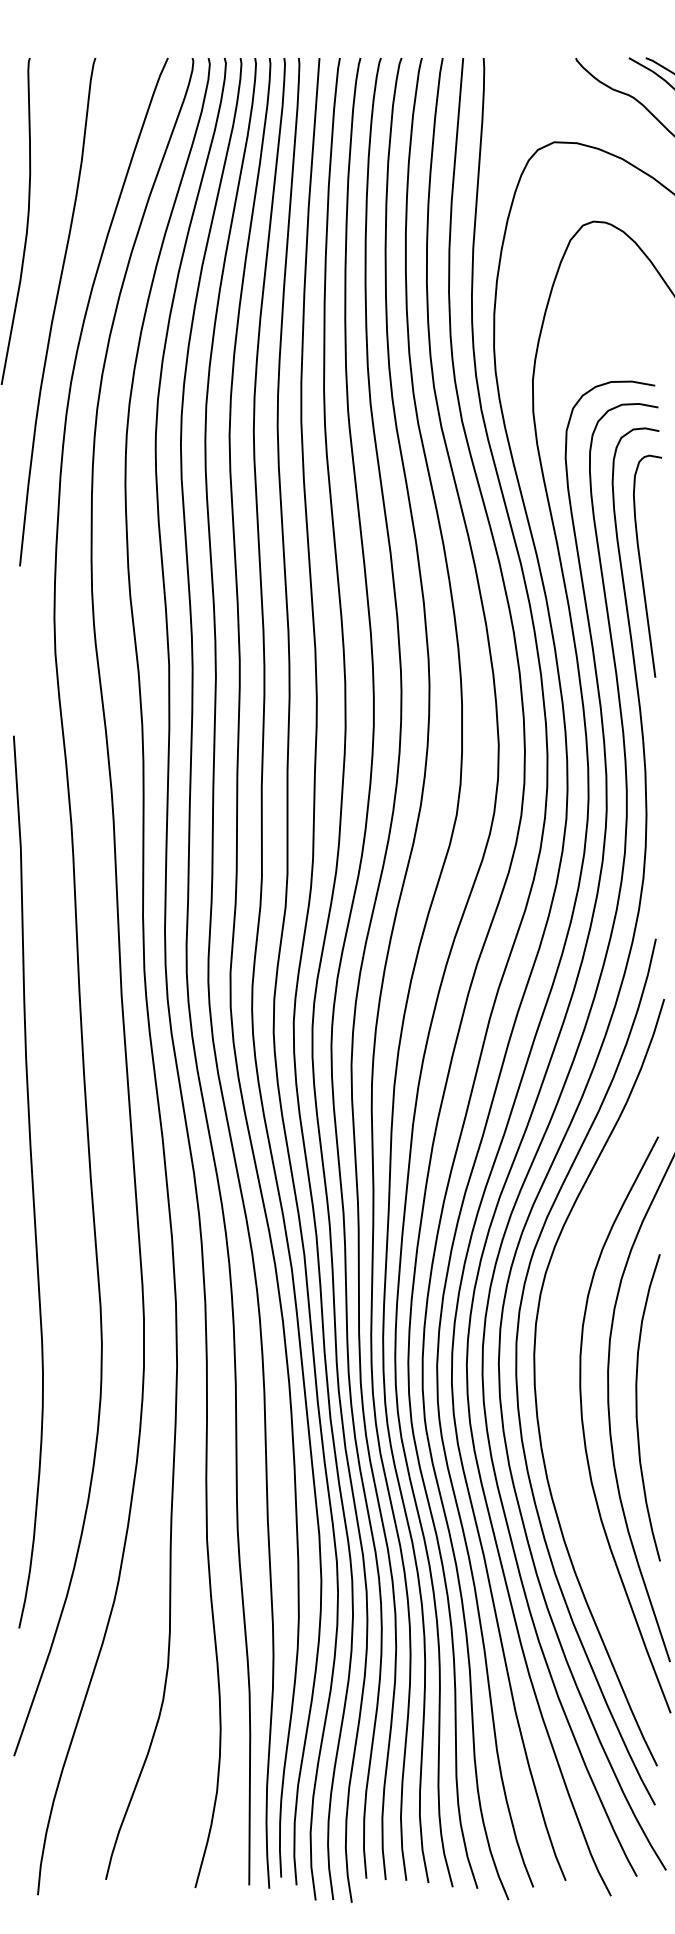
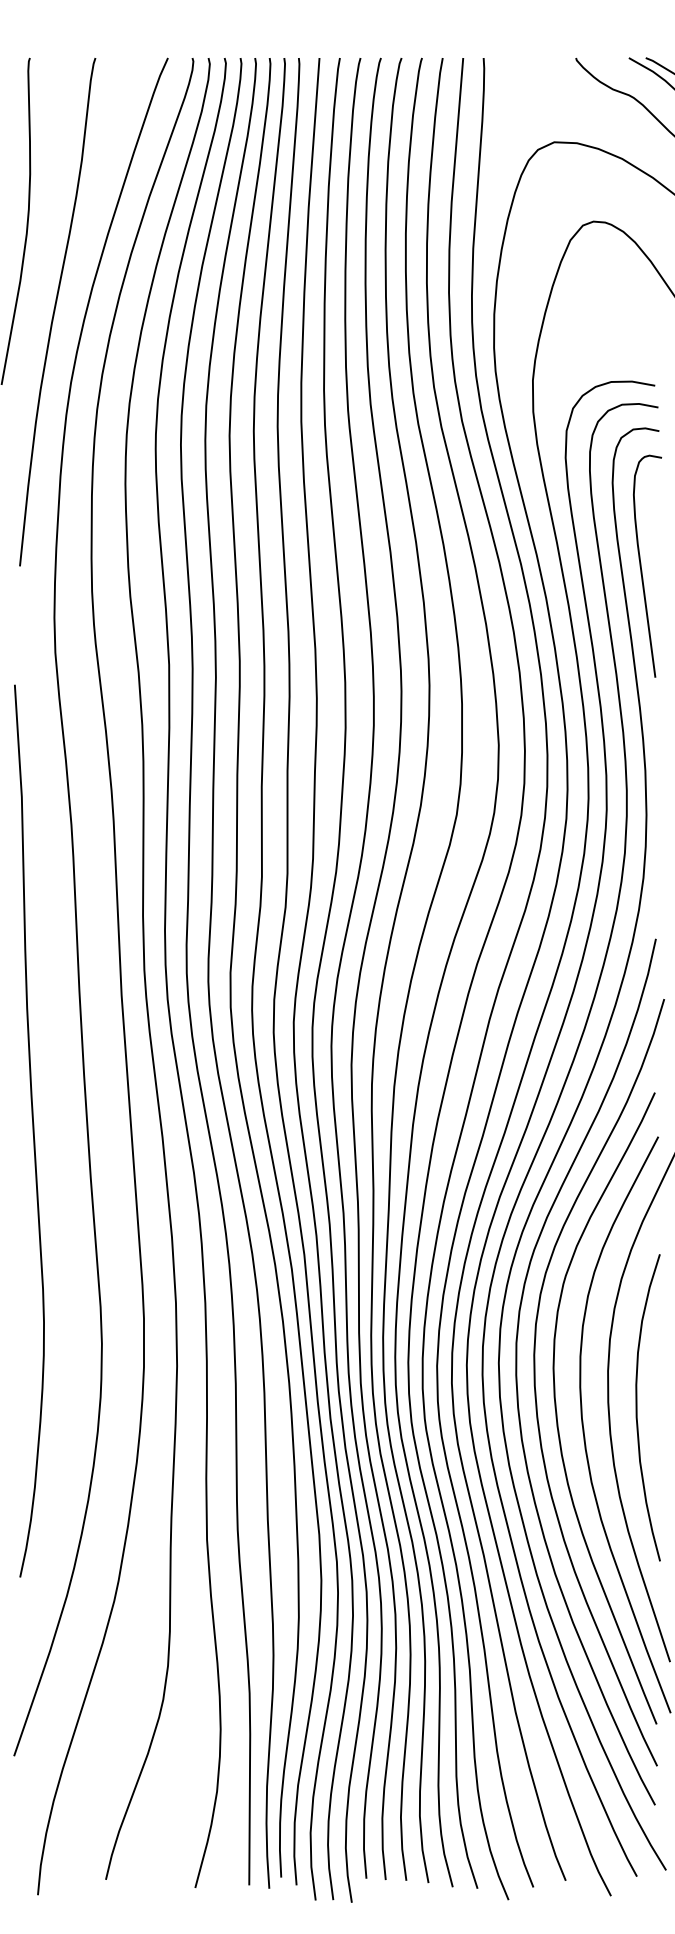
curve at (31, 1181) position: (31, 1181) -> (32, 1130)
curve at (557, 1412): none -> present
